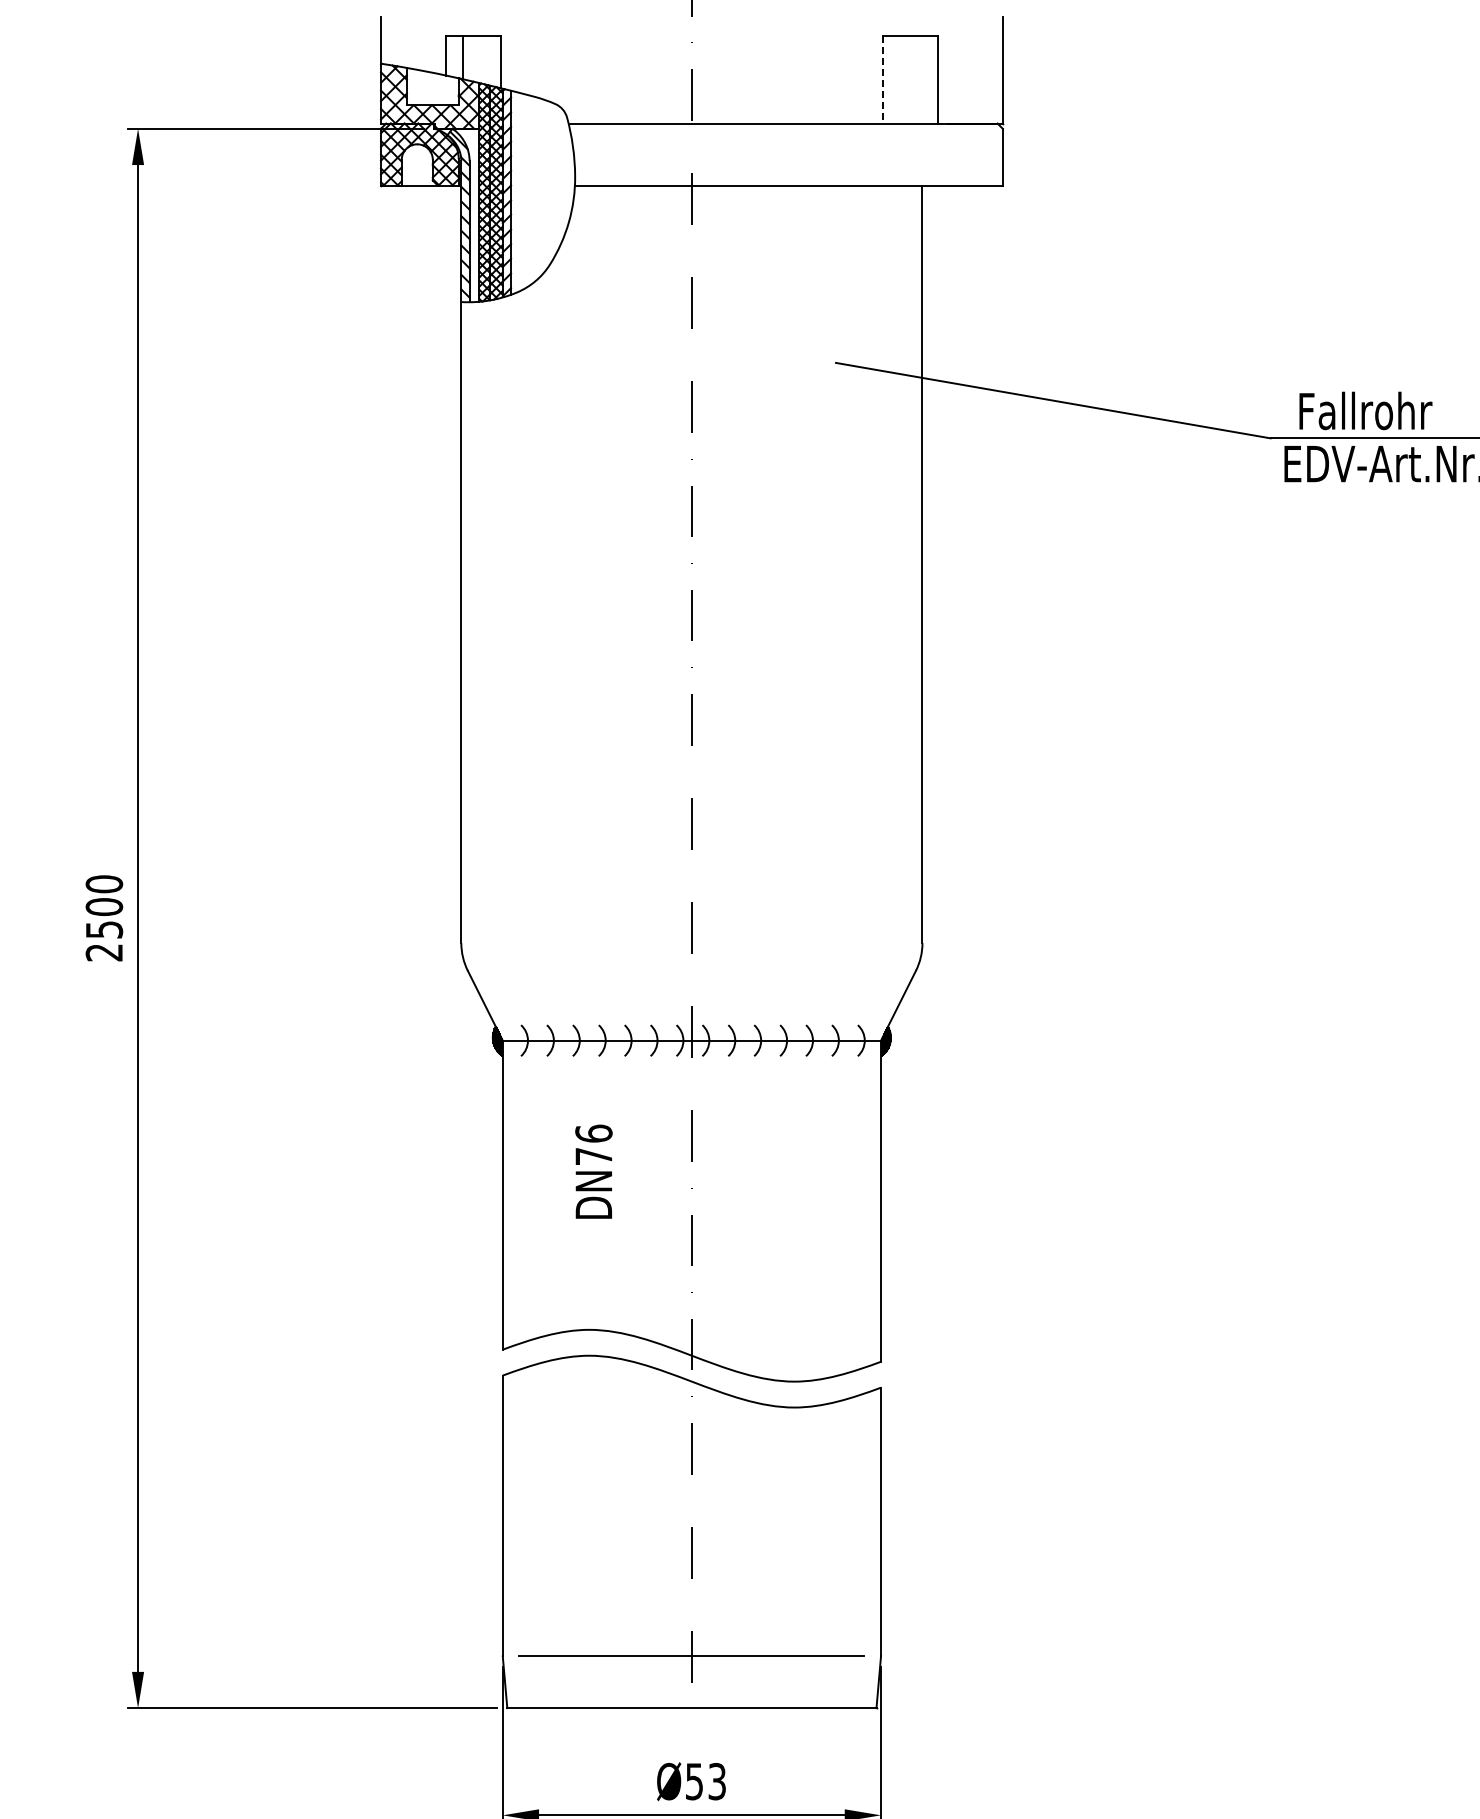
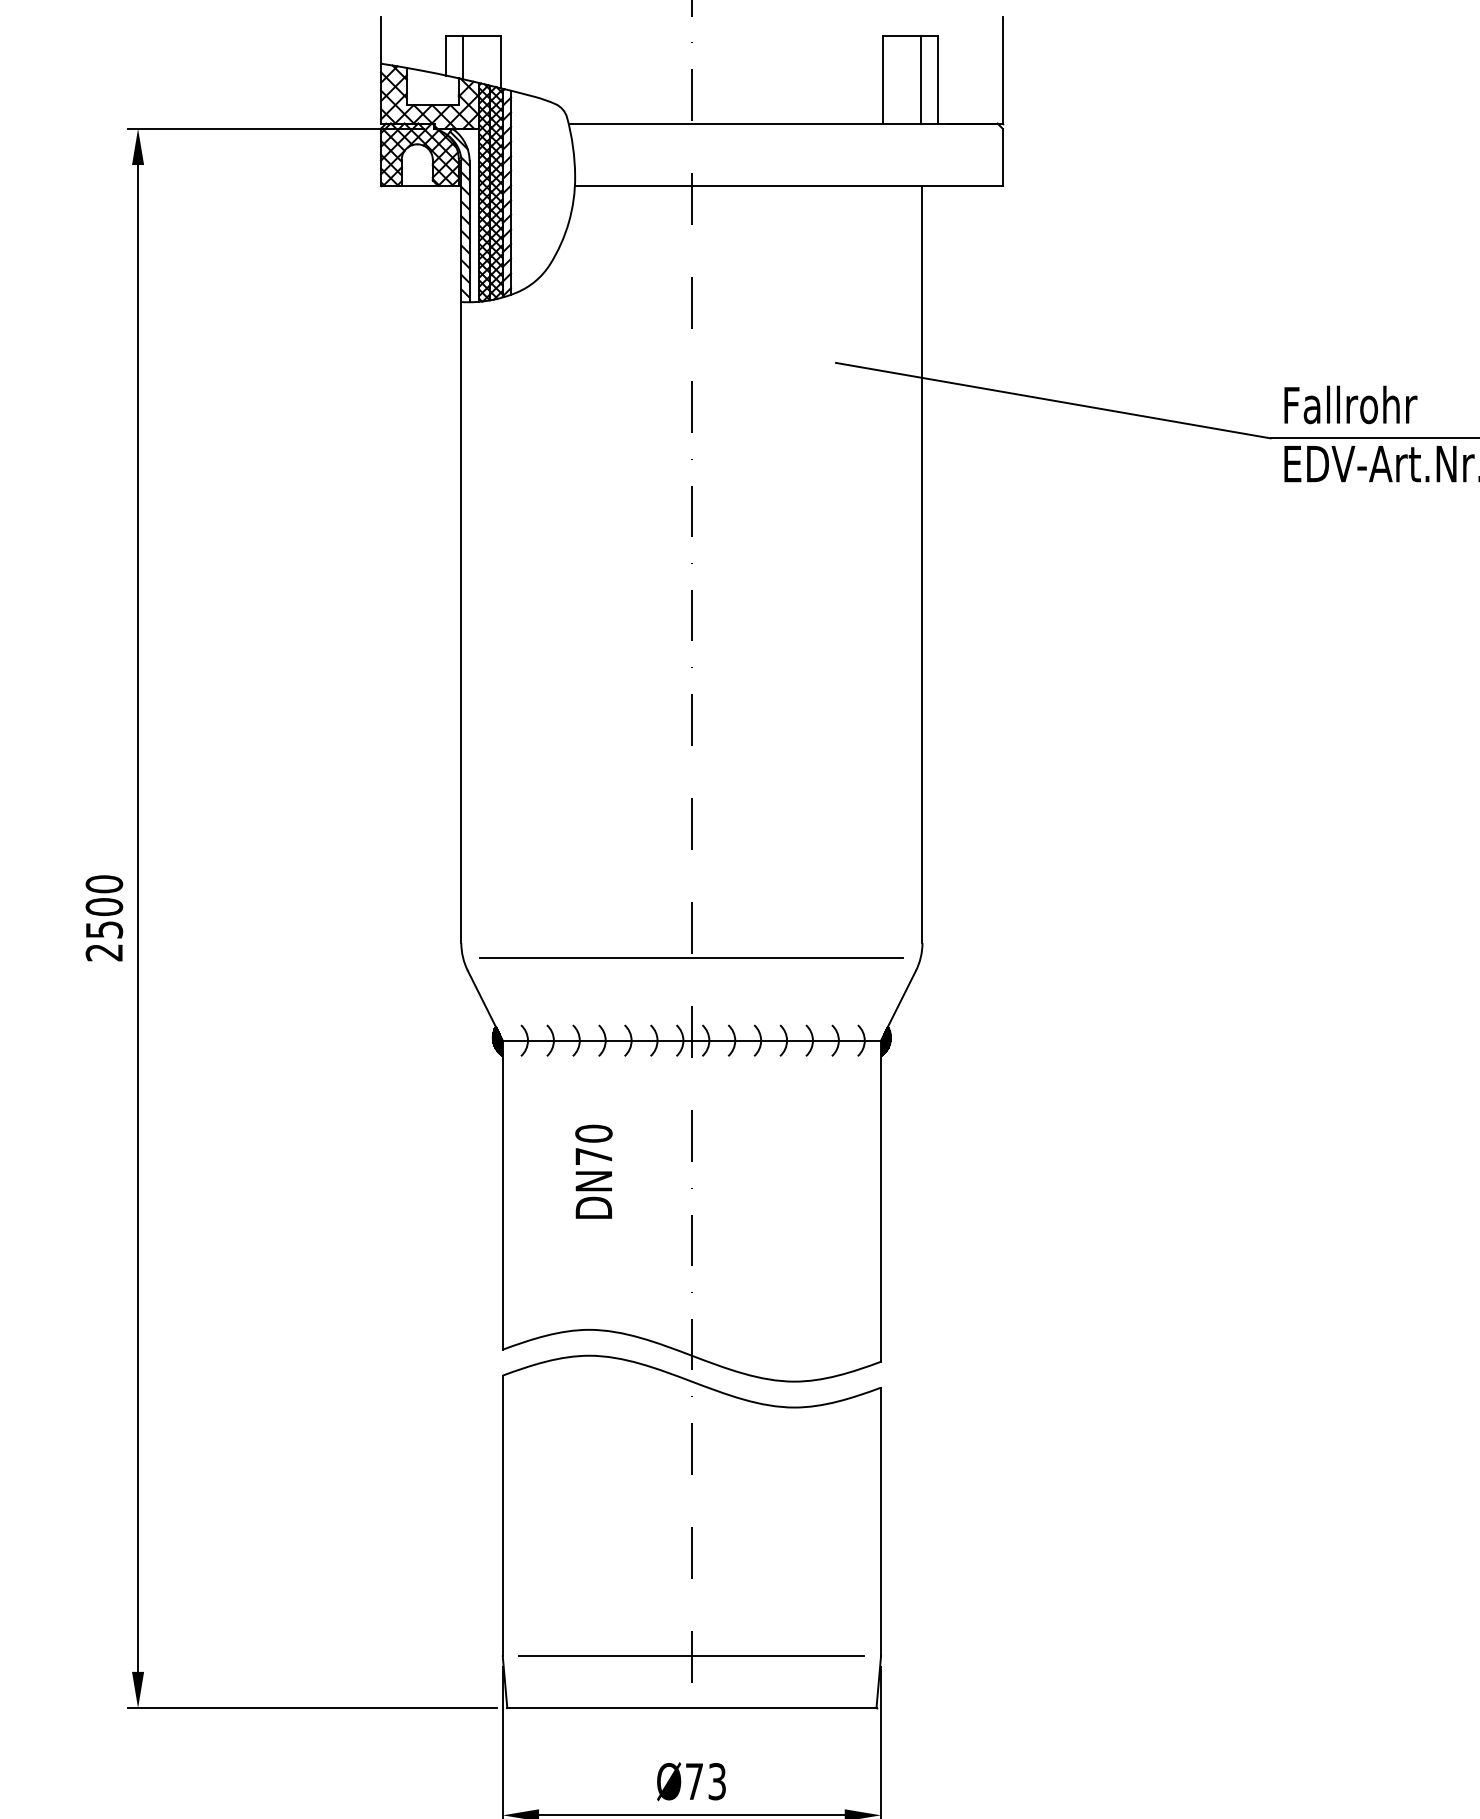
line at (920, 79): none -> present
line at (882, 80): dashed -> solid
text at (1365, 410) position: (1365, 410) -> (1350, 404)
line at (691, 957): none -> present
text at (593, 1133): DN76 -> DN70
text at (694, 1781): Ø53 -> Ø73
